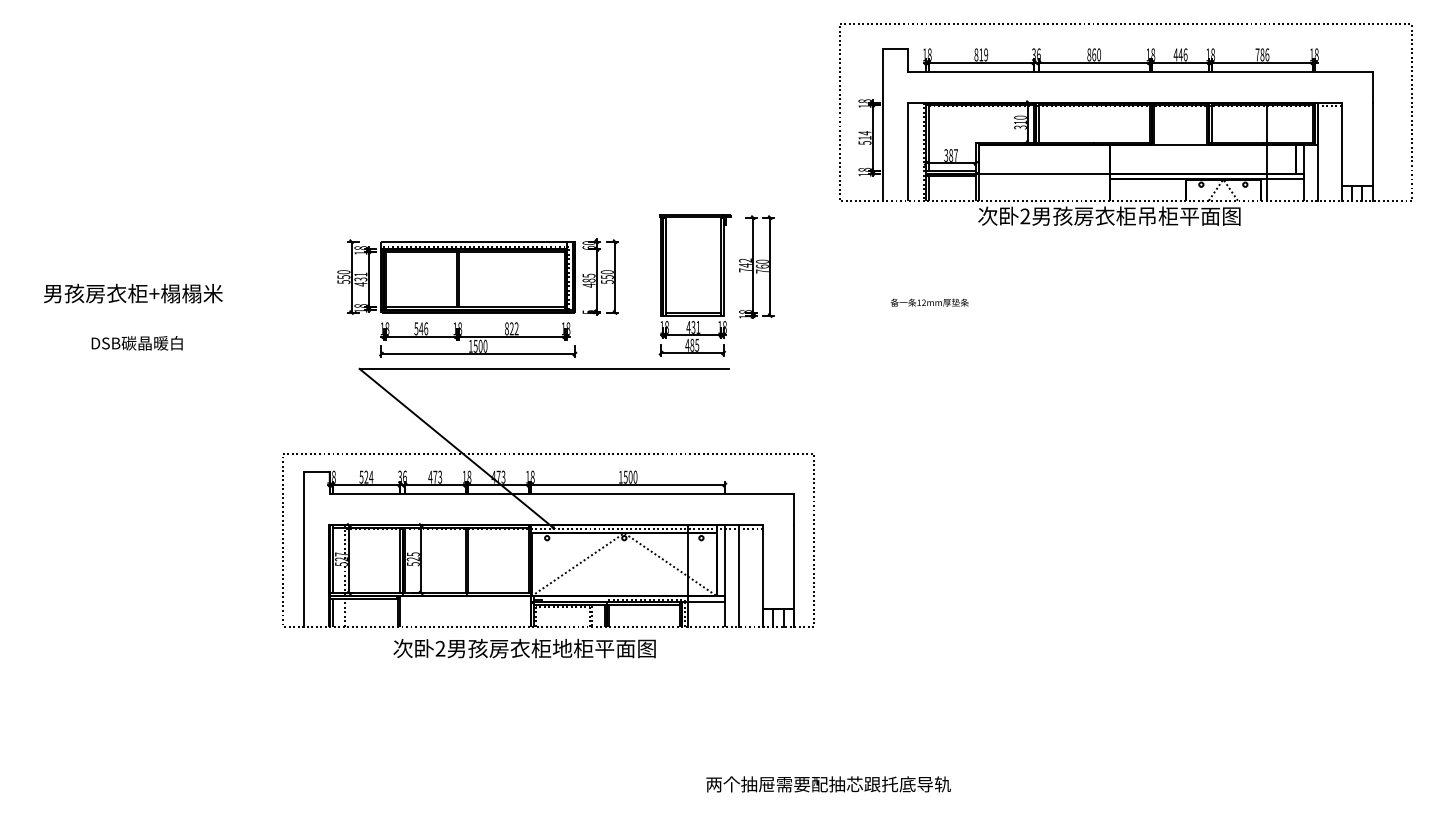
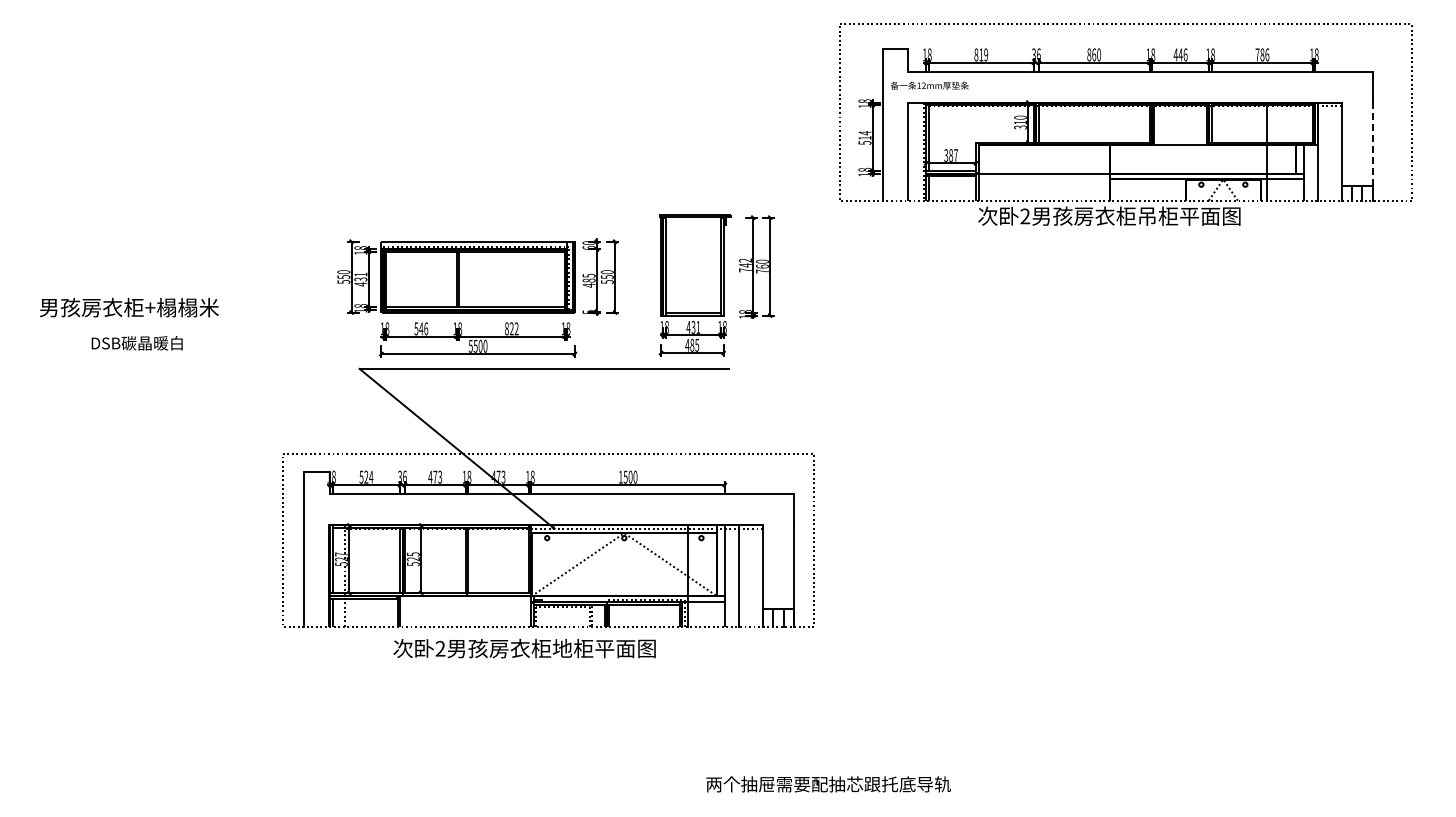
line at (1372, 144): solid -> dashed
text at (133, 293) position: (133, 293) -> (129, 307)
text at (929, 302) position: (929, 302) -> (929, 85)
text at (470, 346): 1500 -> 5500
